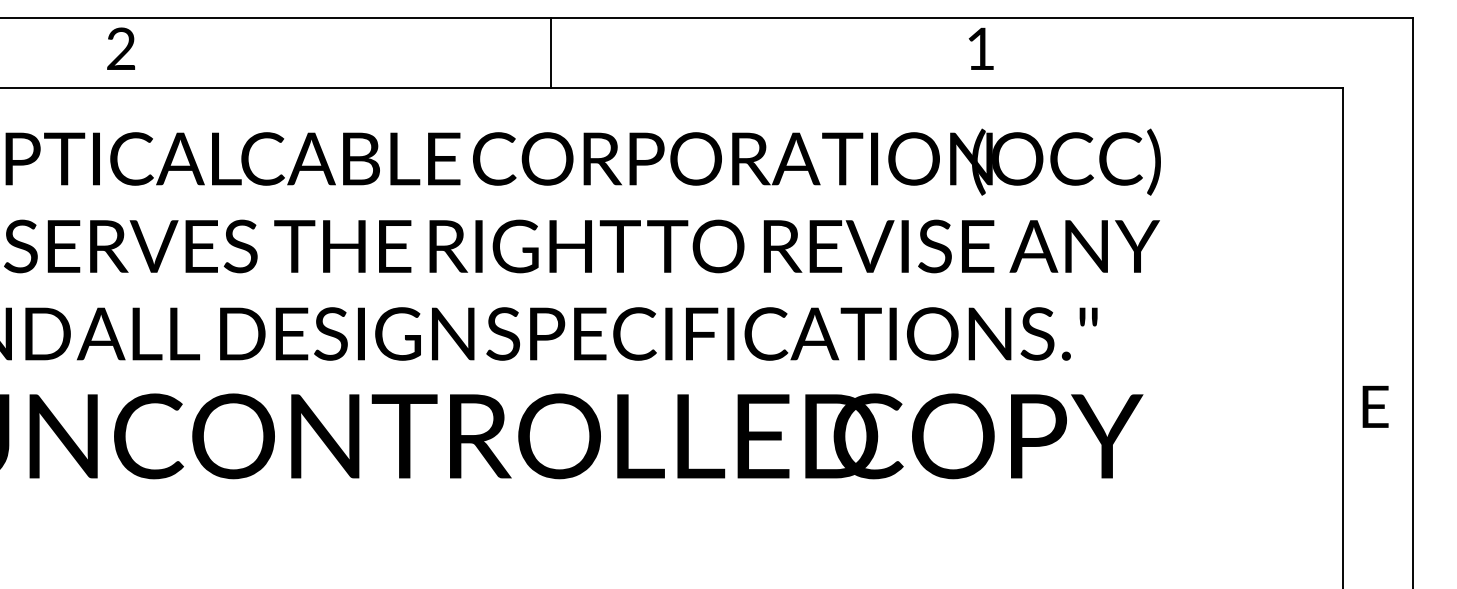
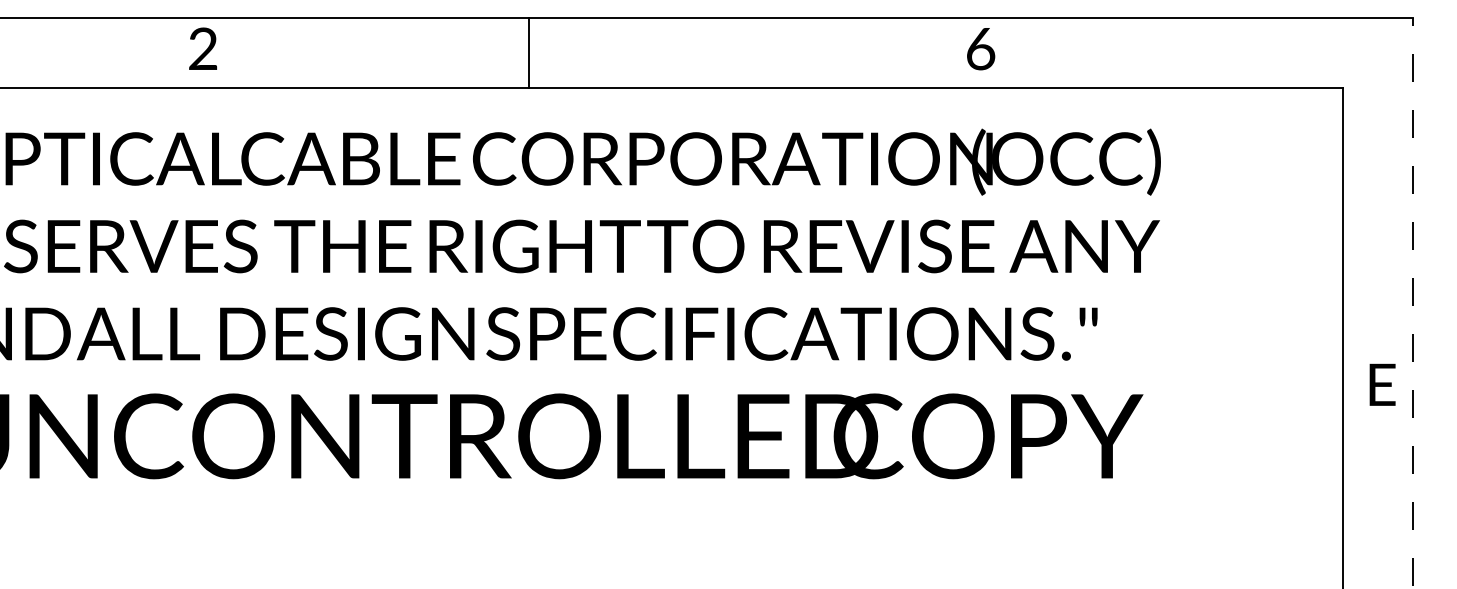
text at (120, 48) position: (120, 48) -> (202, 48)
text at (981, 48): 1 -> 6
line at (551, 52) position: (551, 52) -> (529, 52)
line at (1413, 302): solid -> dashed
text at (1375, 406) position: (1375, 406) -> (1382, 384)
